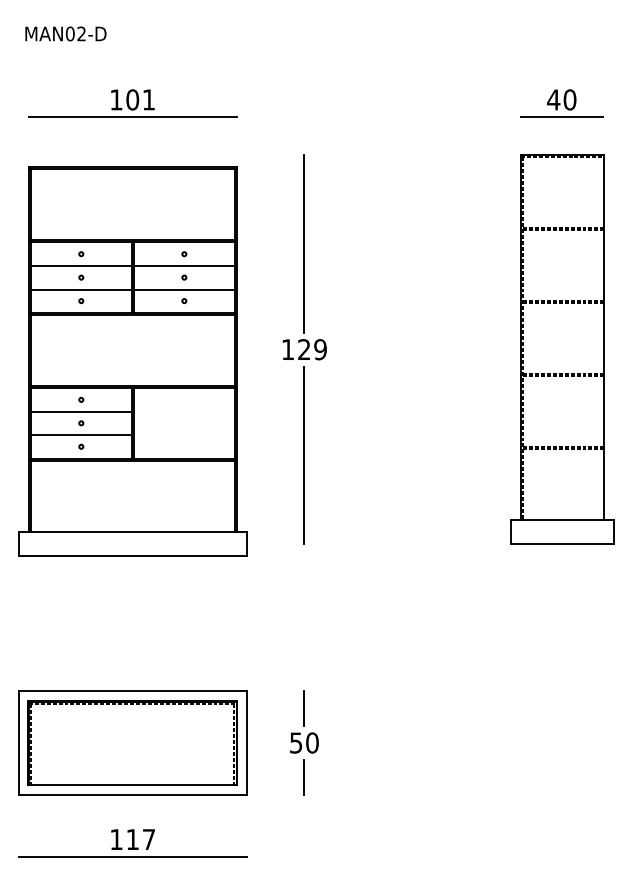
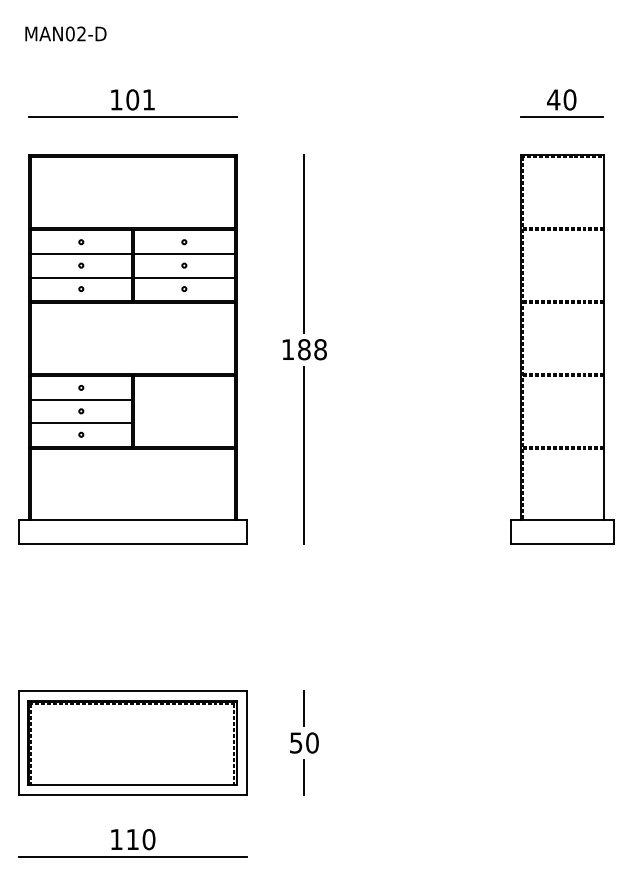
text at (312, 349): 129 -> 188
part at (132, 361) position: (132, 361) -> (132, 349)
text at (148, 839): 117 -> 110
